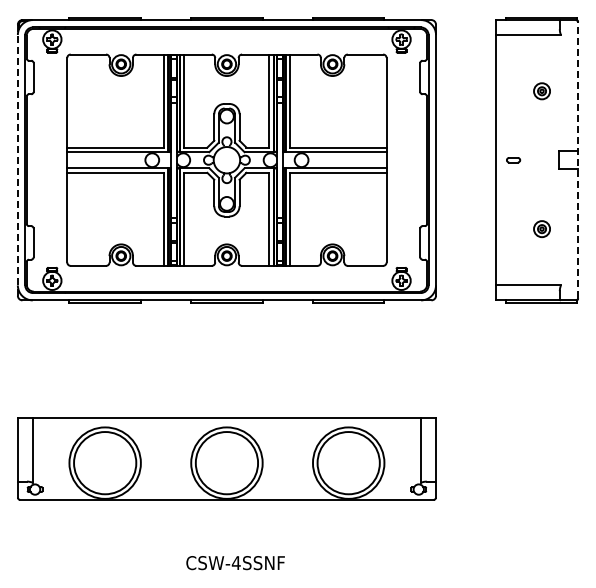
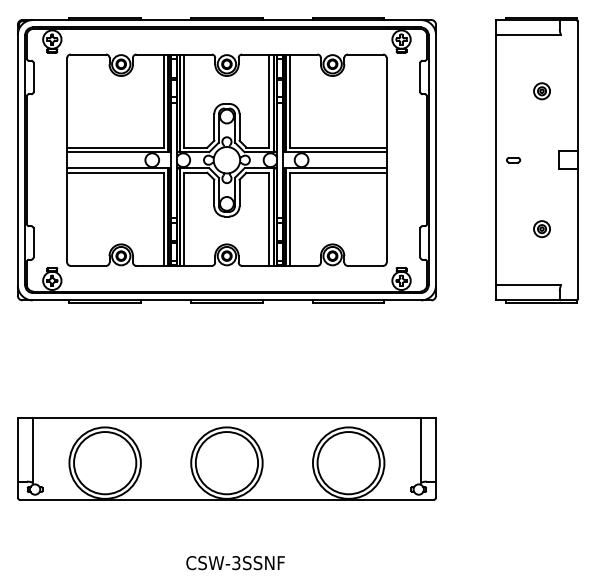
line at (17, 160): dashed -> solid
line at (578, 160): dashed -> solid
text at (235, 563): CSW-4SSNF -> CSW-3SSNF
